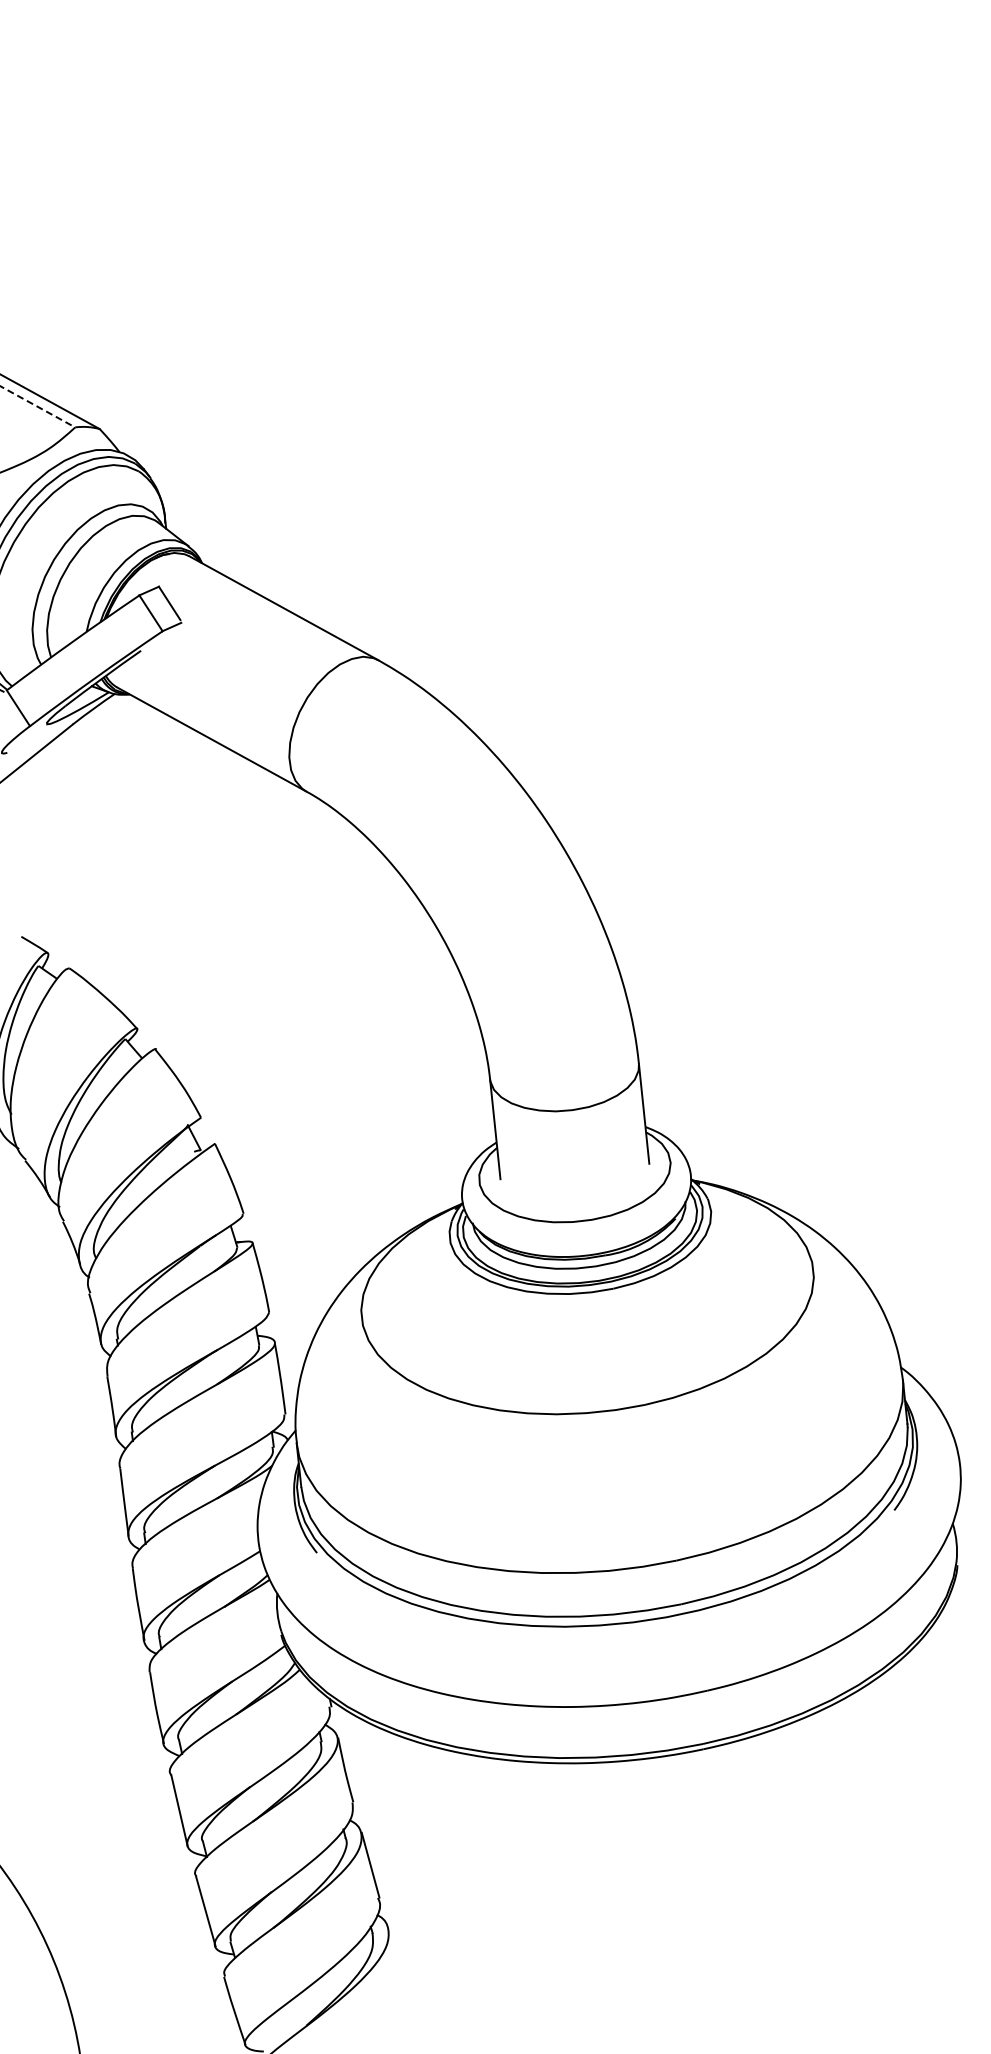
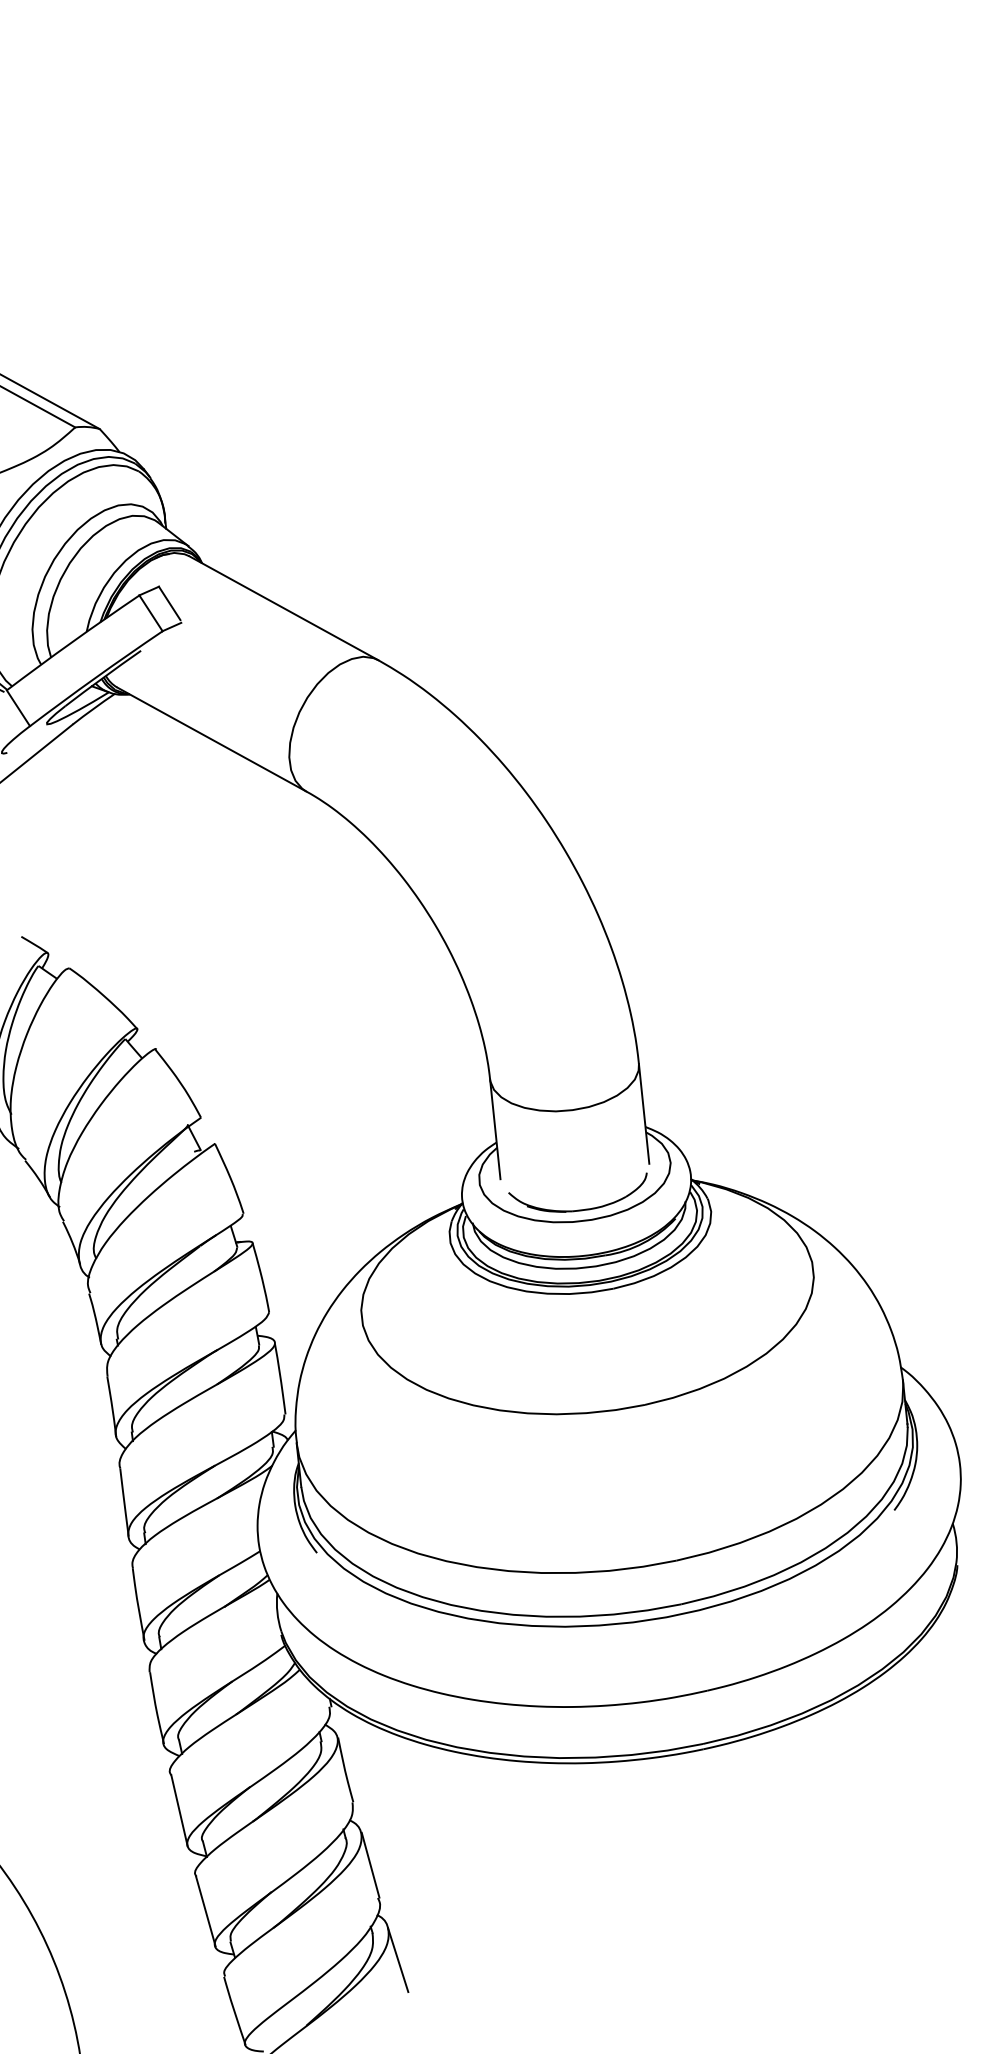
line at (38, 407): dashed -> solid
part at (577, 1209): none -> present
line at (398, 1960): none -> present
